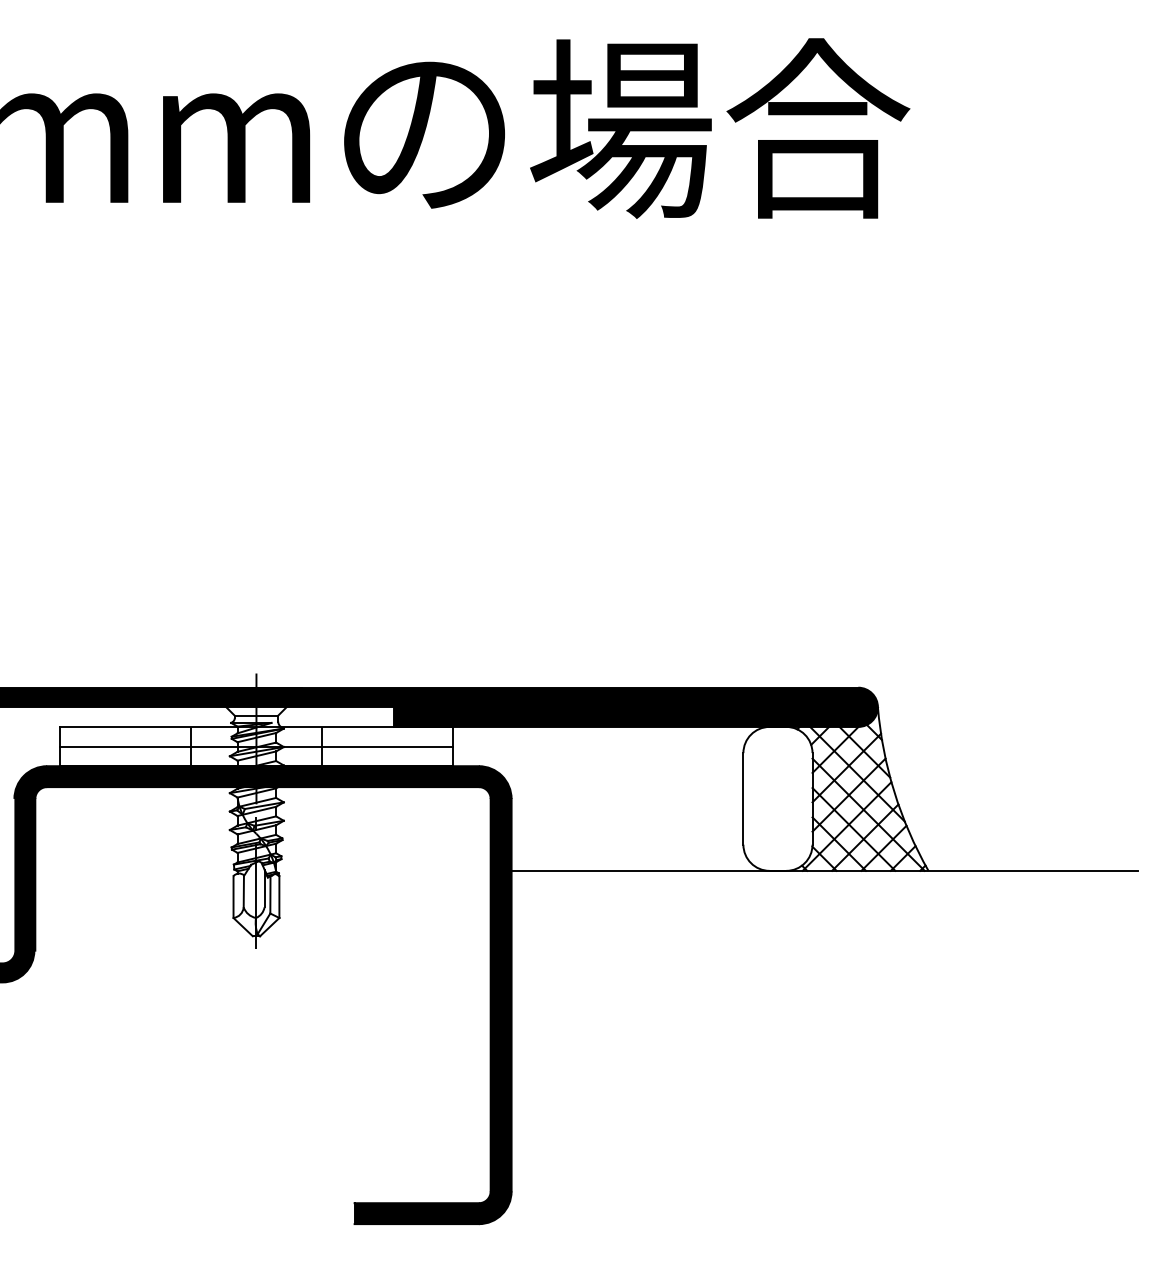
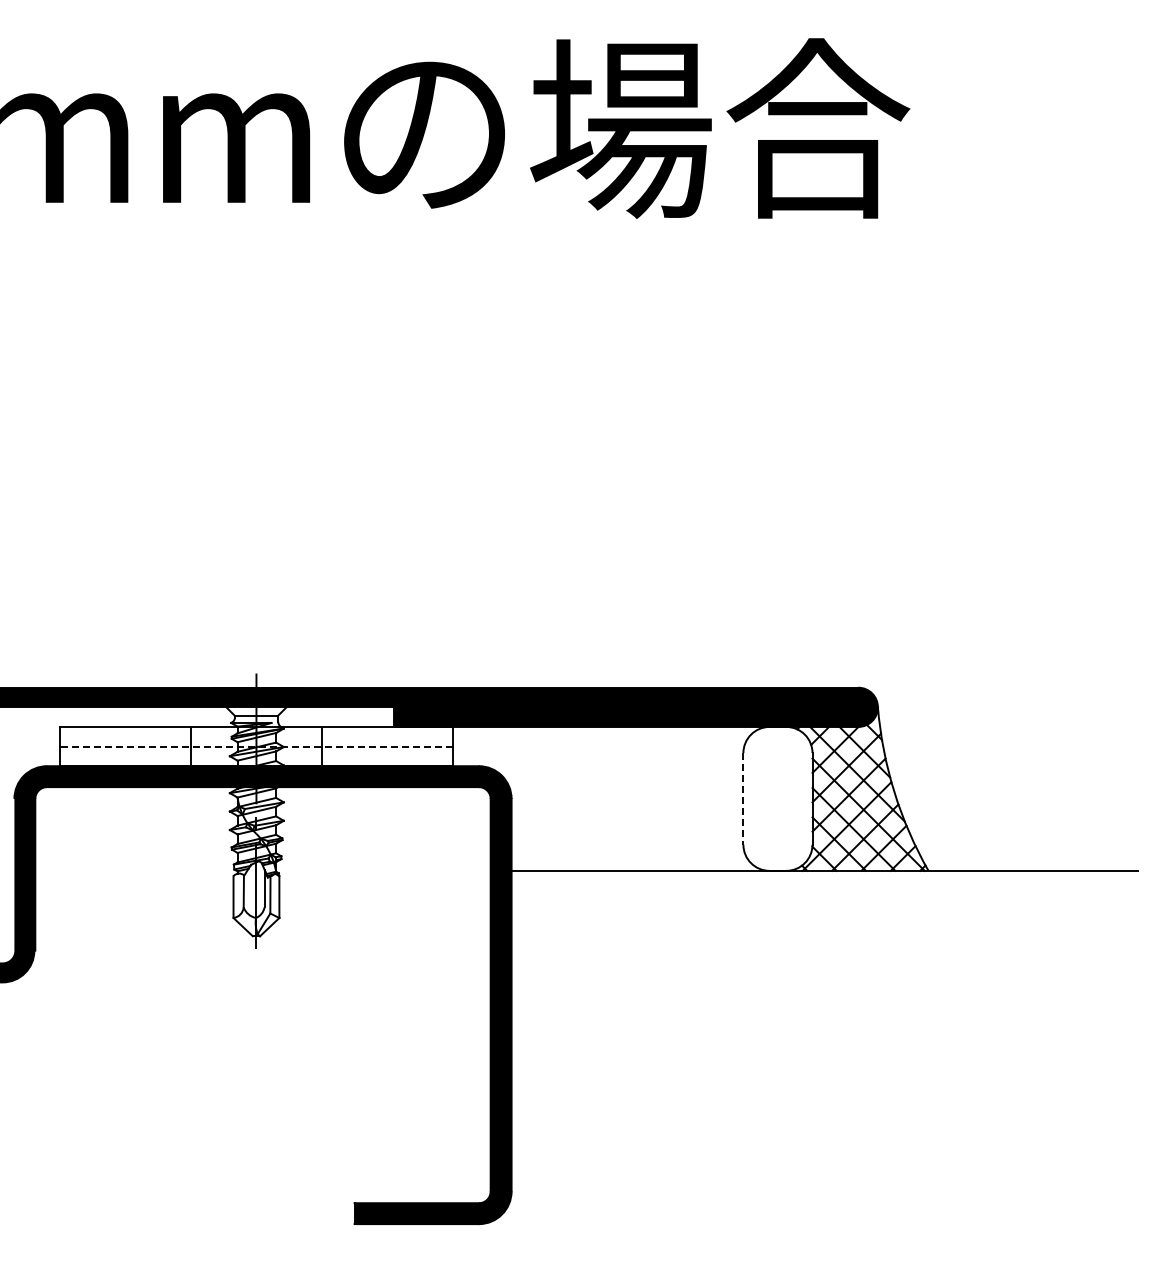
line at (255, 746): solid -> dashed
line at (743, 798): solid -> dashed
